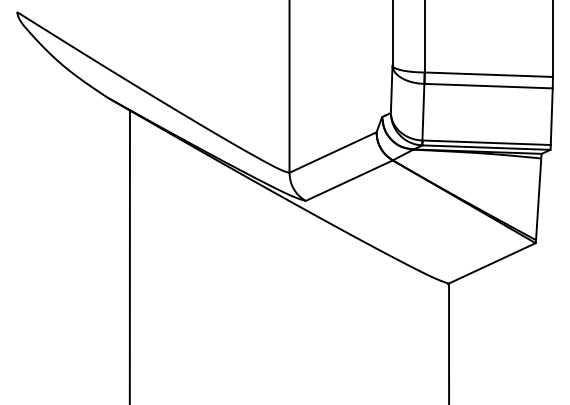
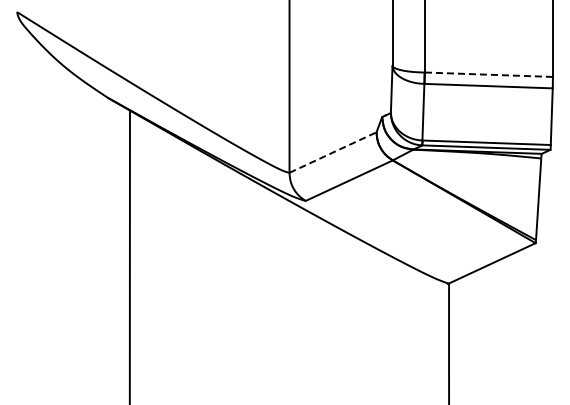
line at (488, 74): solid -> dashed
line at (333, 152): solid -> dashed
